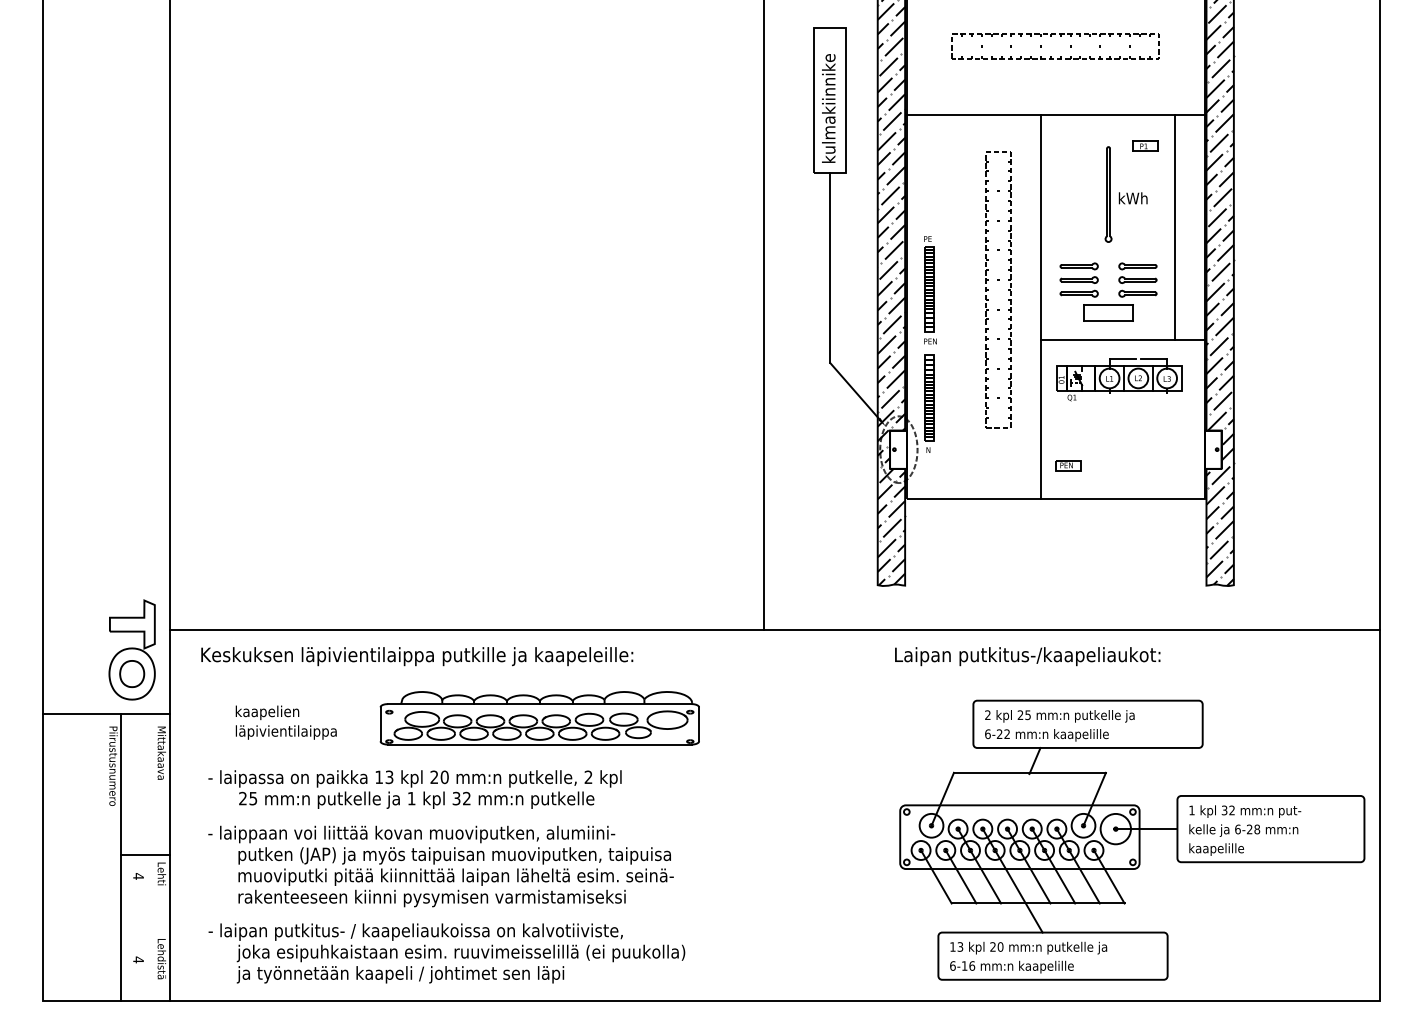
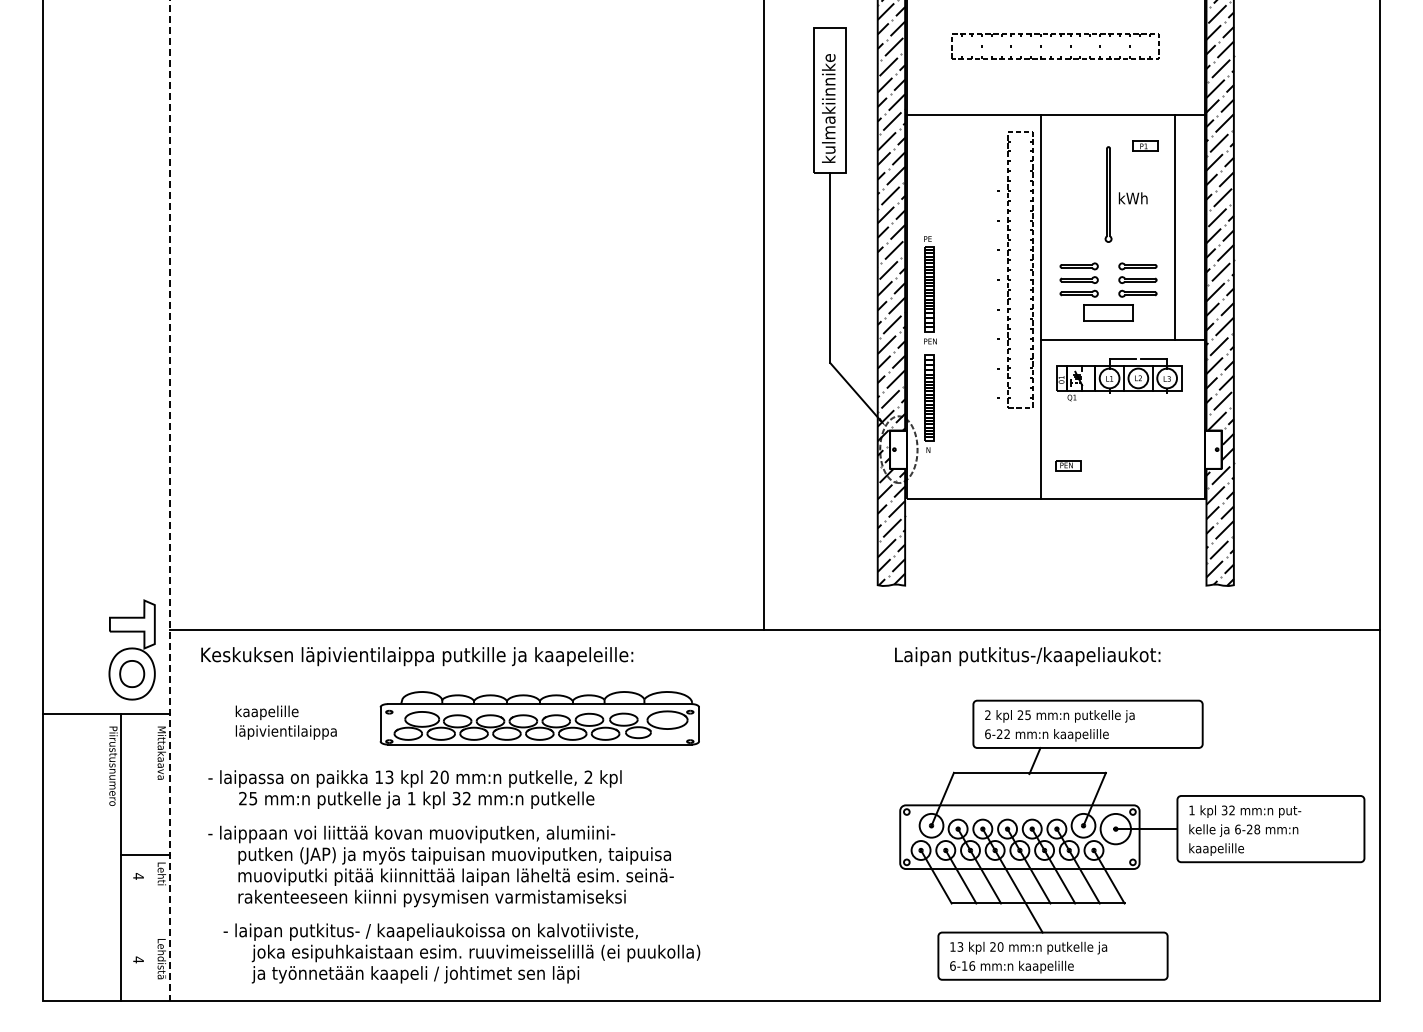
part at (988, 289) position: (988, 289) -> (1010, 269)
line at (170, 500): solid -> dashed
text at (291, 711): kaapelien -> kaapelille
text at (446, 953) position: (446, 953) -> (461, 953)
